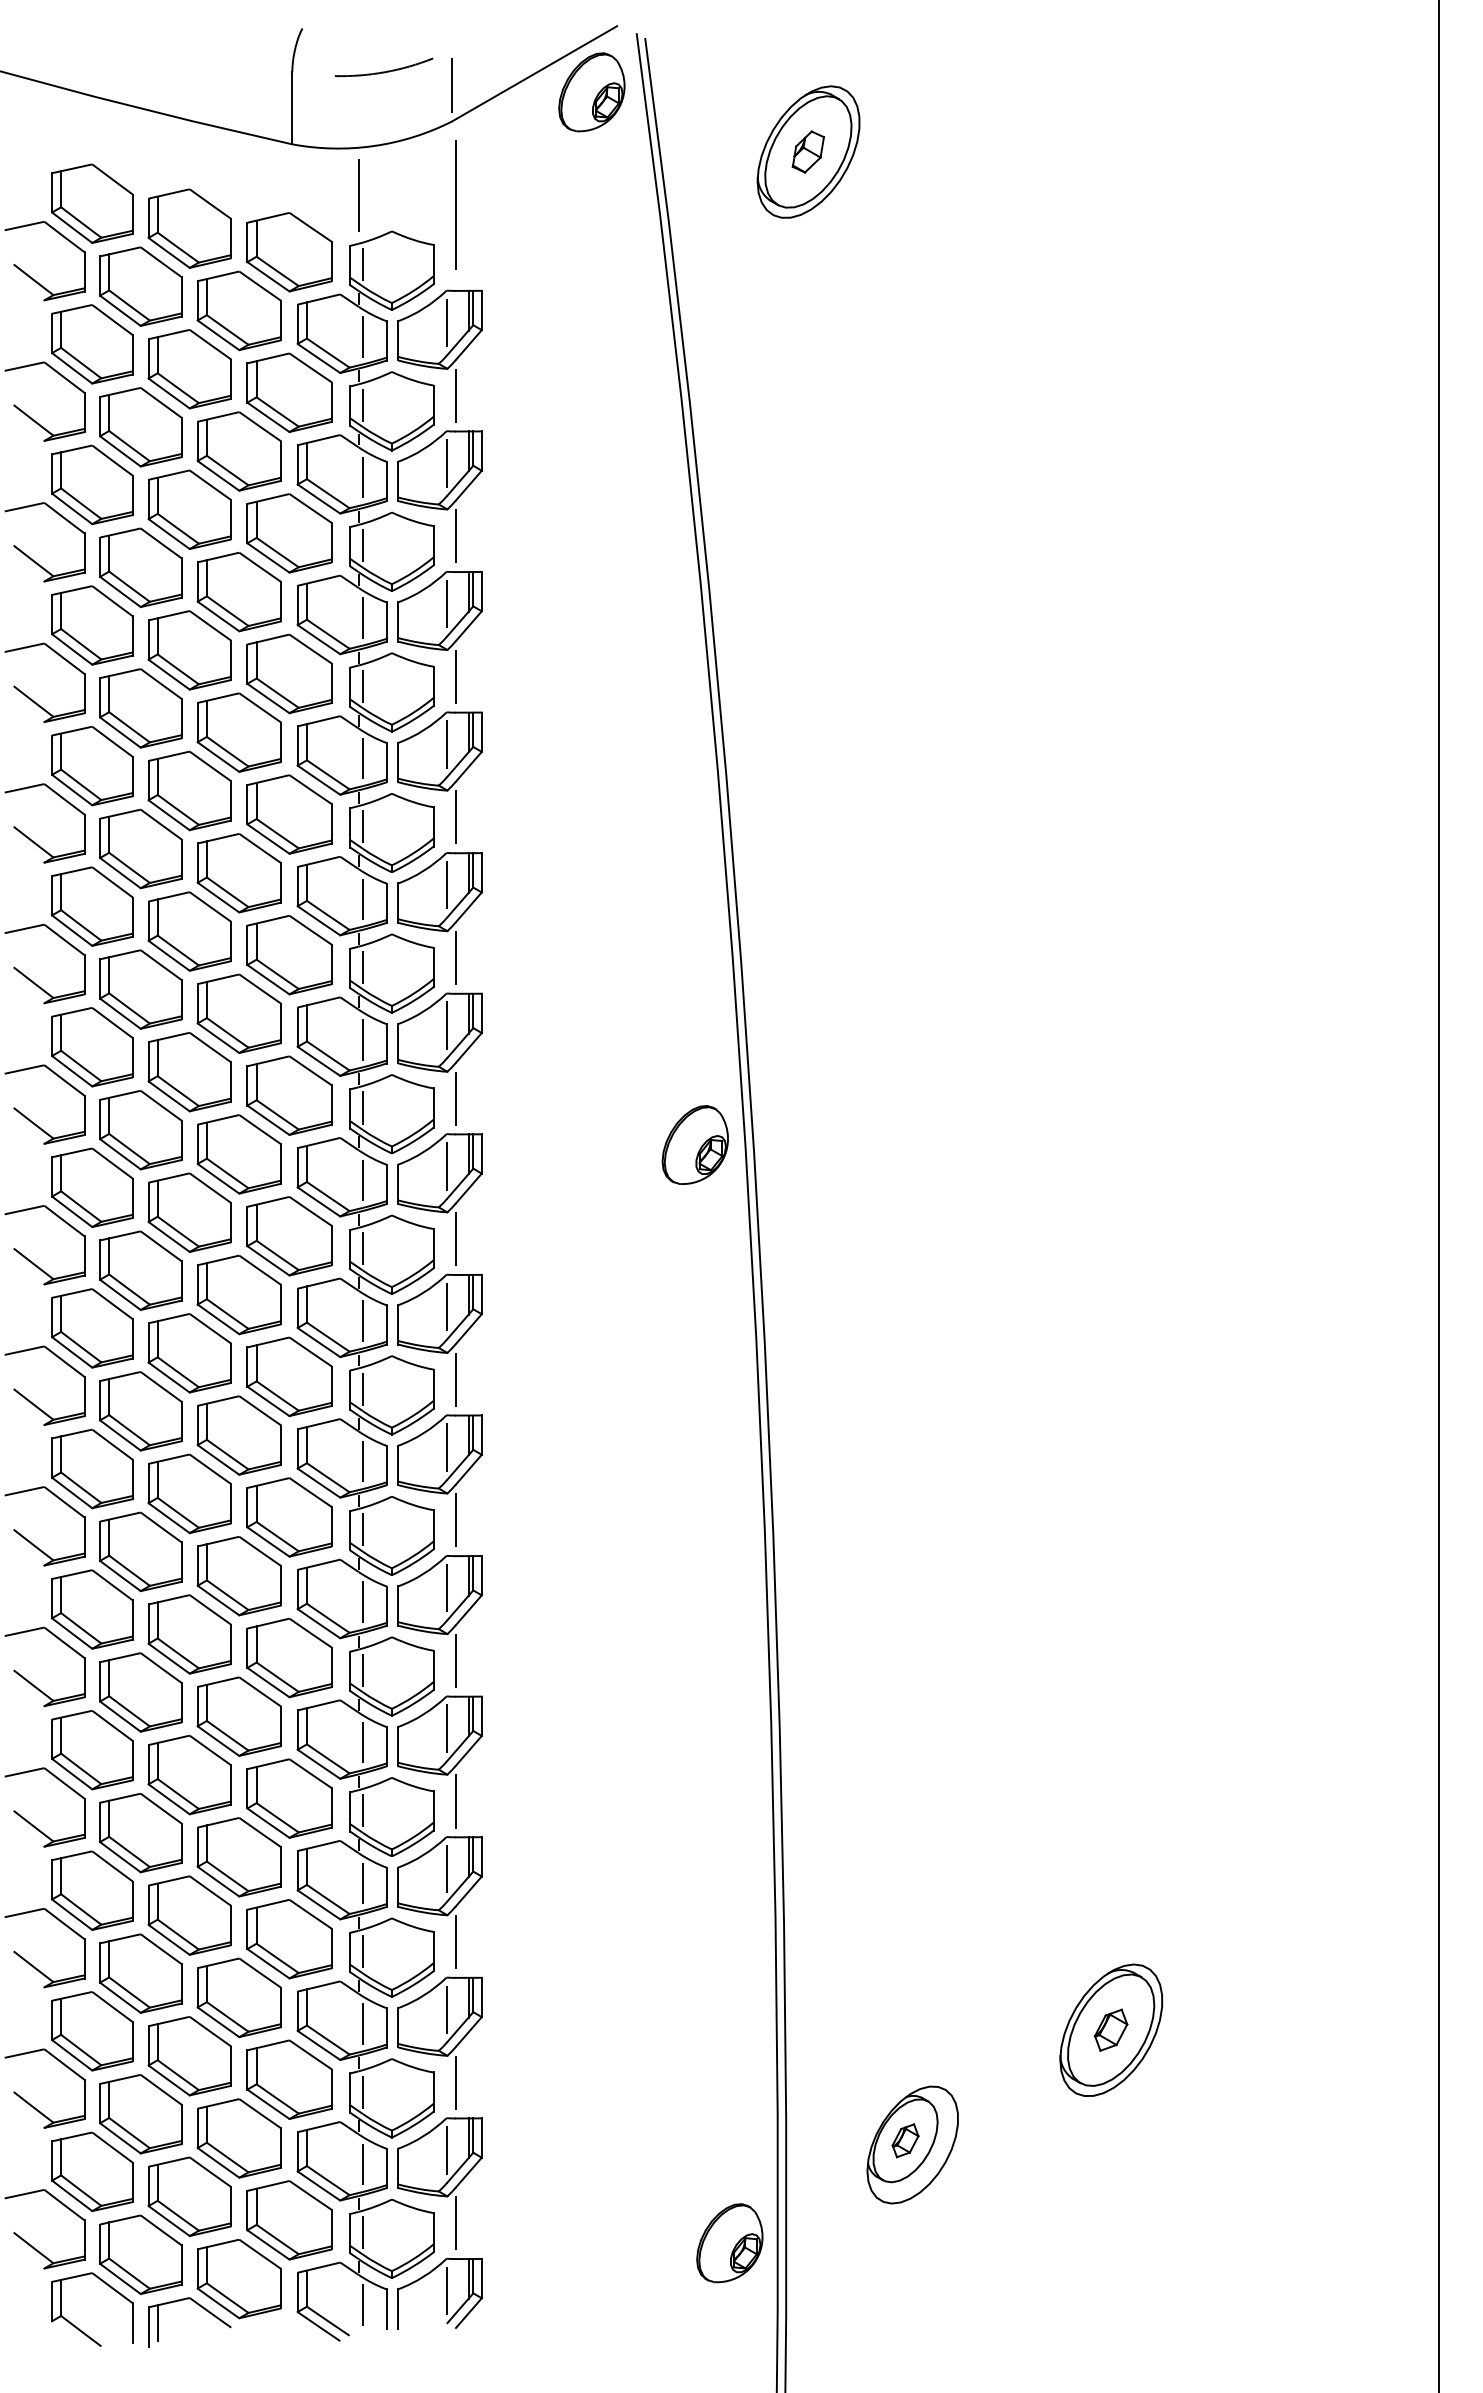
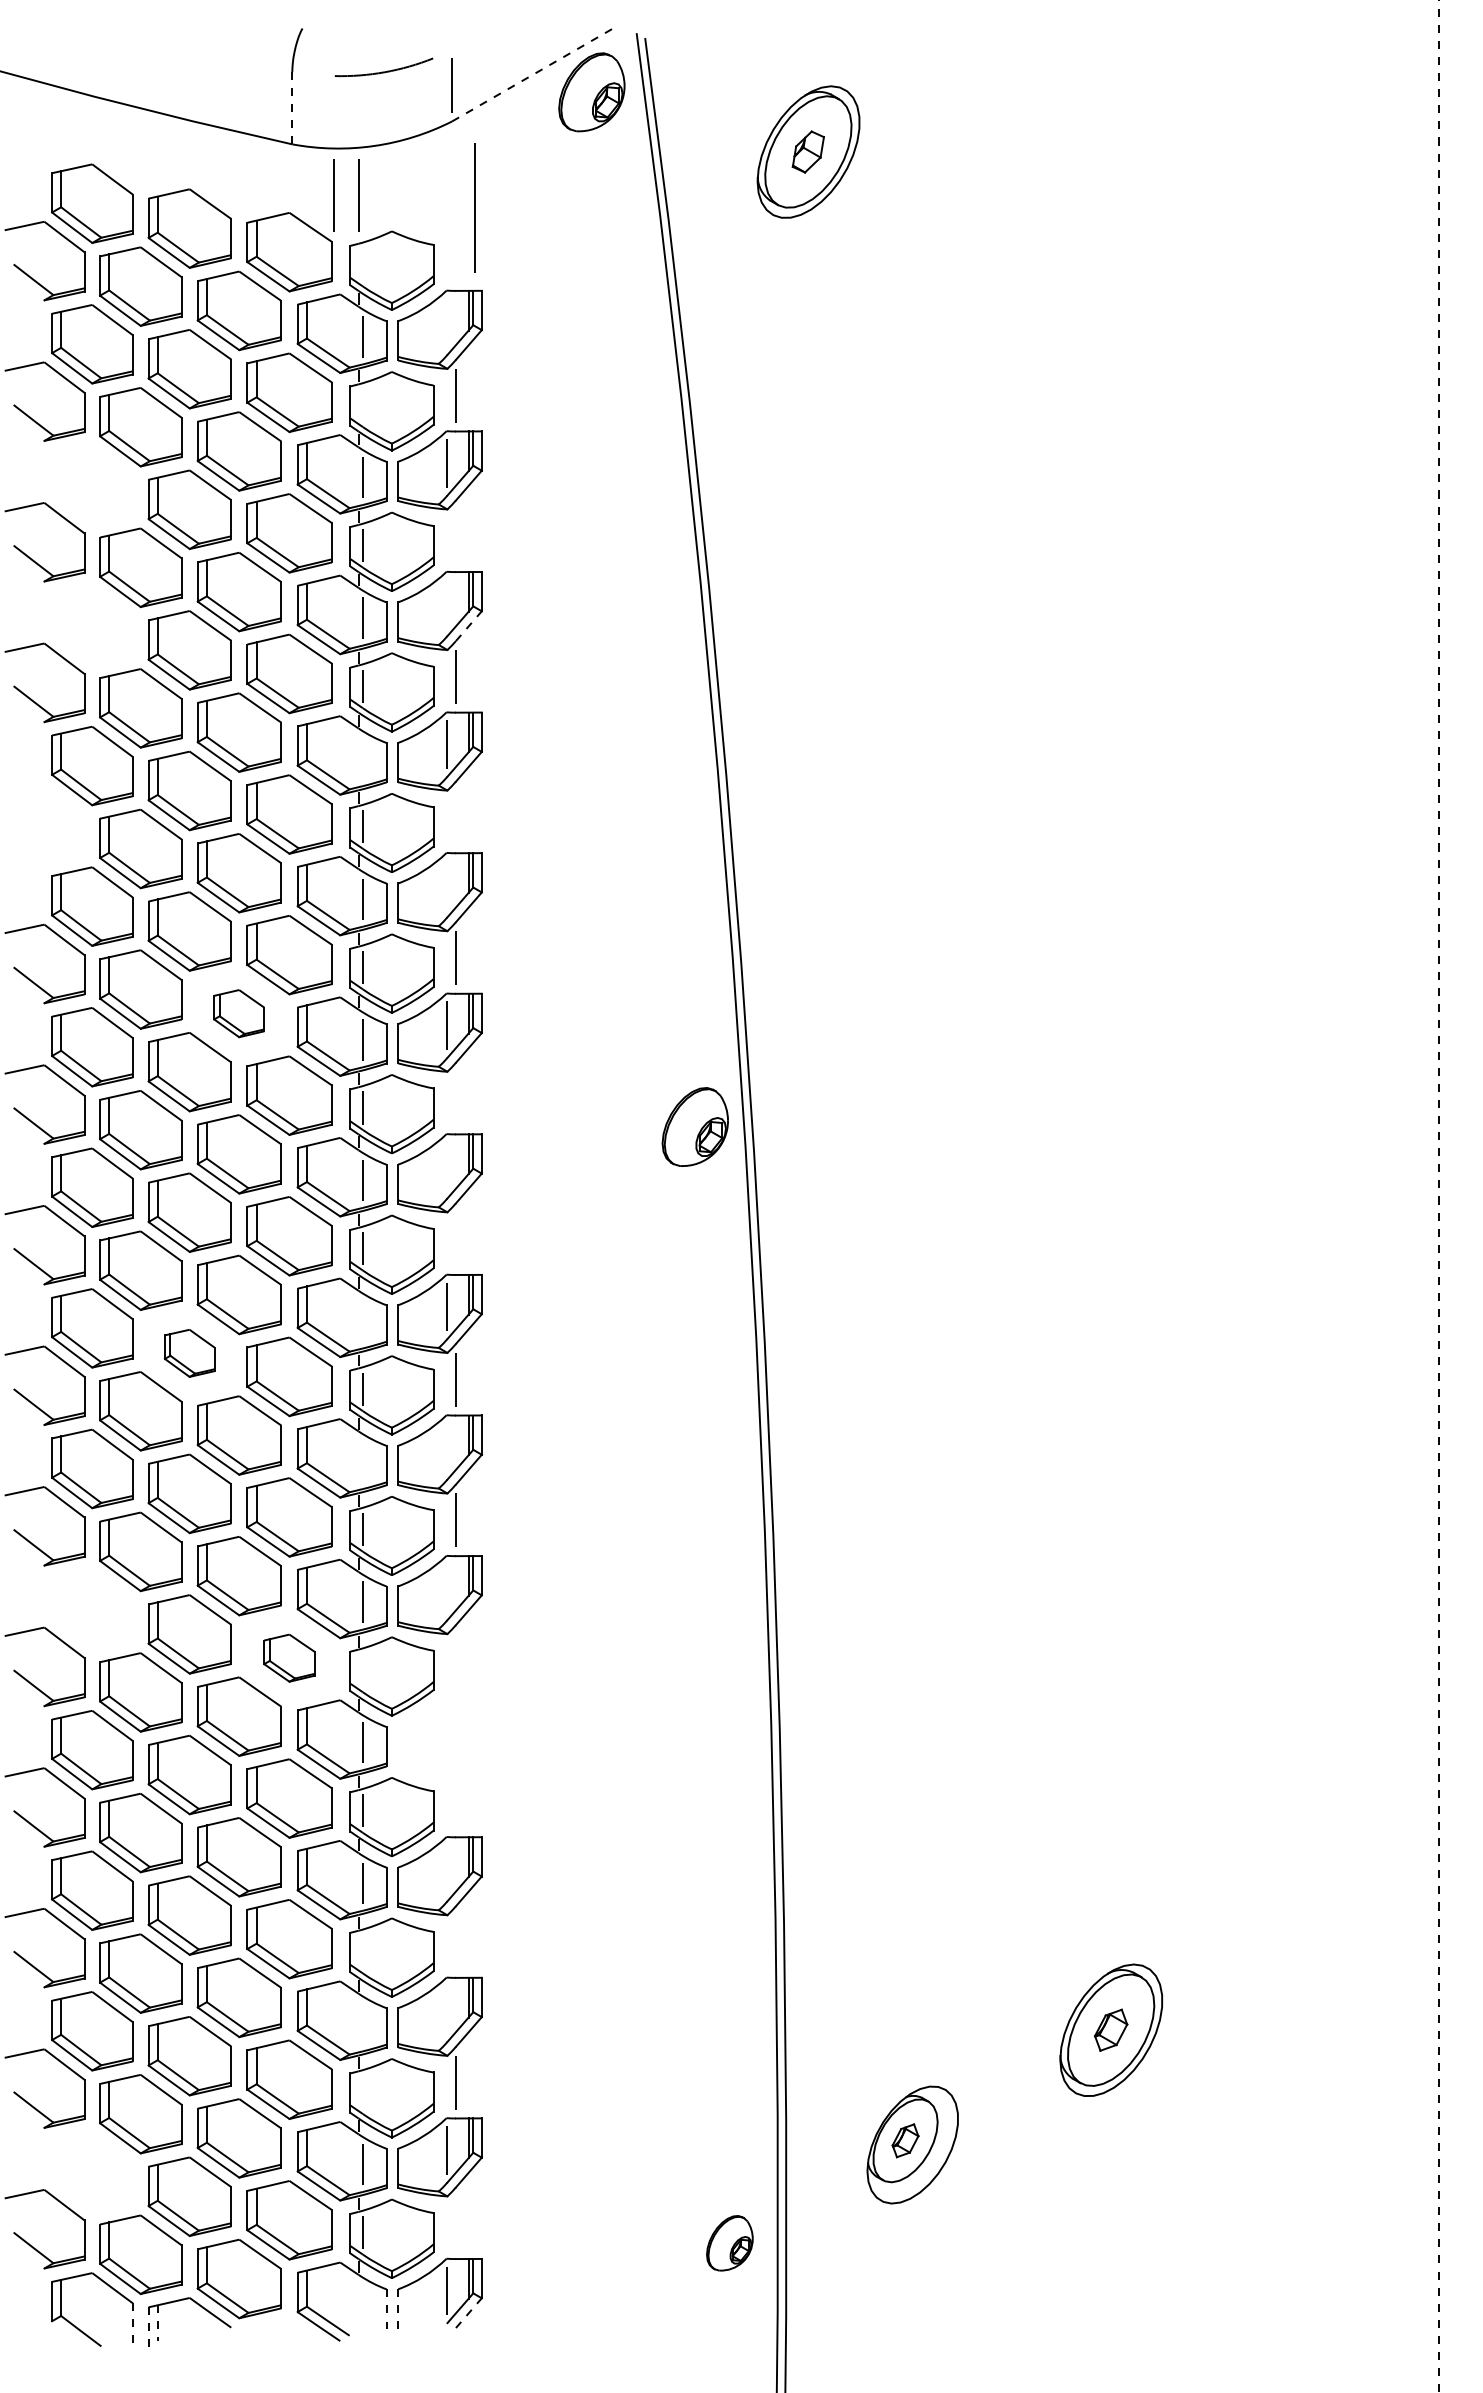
line at (535, 73): solid -> dashed
line at (292, 107): solid -> dashed
line at (333, 195): none -> present
line at (455, 204) position: (455, 204) -> (474, 207)
line at (362, 264): present -> none
line at (447, 322): present -> none
line at (362, 404): present -> none
part at (92, 484): present -> none
line at (455, 536): present -> none
line at (447, 603): present -> none
part at (92, 625): present -> none
line at (468, 626): solid -> dashed
line at (362, 758): present -> none
line at (455, 817): present -> none
part at (33, 840): present -> none
line at (447, 884): present -> none
part at (238, 1013) size: 86x81 px -> 52x50 px
line at (455, 1098): present -> none
part at (694, 1144) position: (694, 1144) -> (694, 1126)
line at (447, 1166): present -> none
line at (1438, 1197): solid -> dashed
line at (455, 1239): present -> none
line at (362, 1320): present -> none
part at (189, 1353) size: 85x81 px -> 53x49 px
line at (447, 1447): present -> none
line at (362, 1461): present -> none
line at (447, 1587): present -> none
part at (92, 1609): present -> none
part at (289, 1658) size: 87x81 px -> 53x50 px
line at (455, 1660): present -> none
line at (362, 1669): present -> none
part at (439, 1761): present -> none
line at (447, 1868): present -> none
line at (455, 1942): present -> none
line at (362, 1951): present -> none
line at (447, 2009): present -> none
line at (362, 2023): present -> none
line at (362, 2091): present -> none
part at (92, 2171): present -> none
line at (455, 2223): present -> none
part at (729, 2243) size: 68x81 px -> 48x57 px
line at (362, 2304): present -> none
line at (398, 2308): solid -> dashed
line at (386, 2309): solid -> dashed
line at (468, 2313): solid -> dashed
line at (132, 2322): solid -> dashed
line at (157, 2323): solid -> dashed
line at (148, 2326): solid -> dashed
